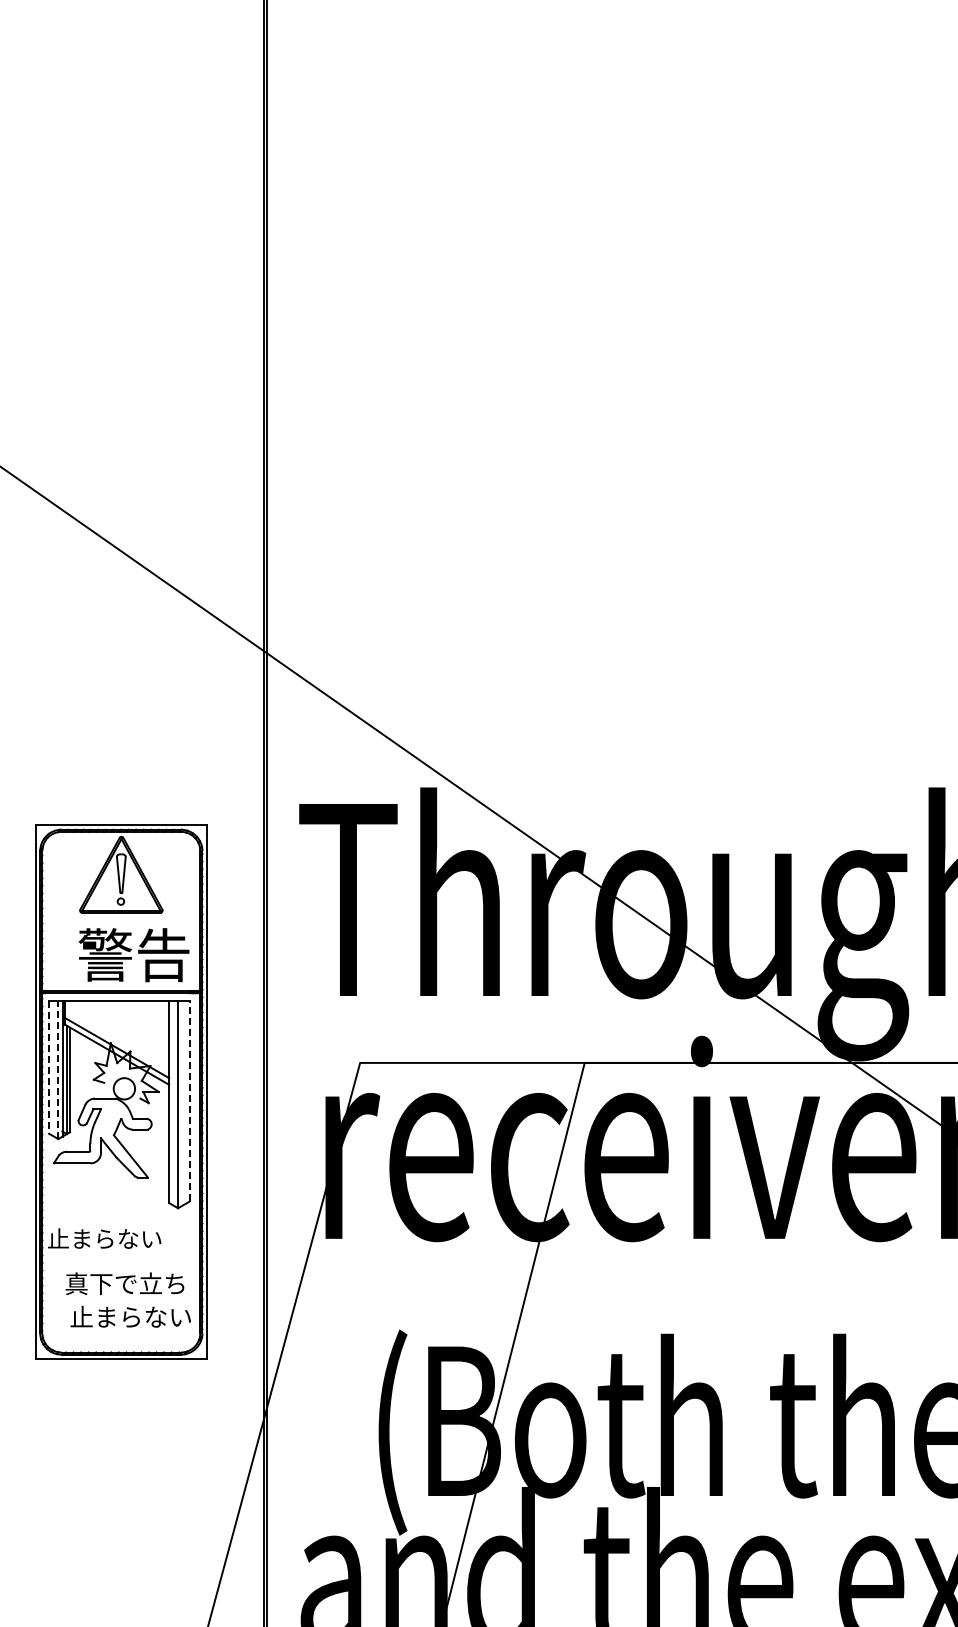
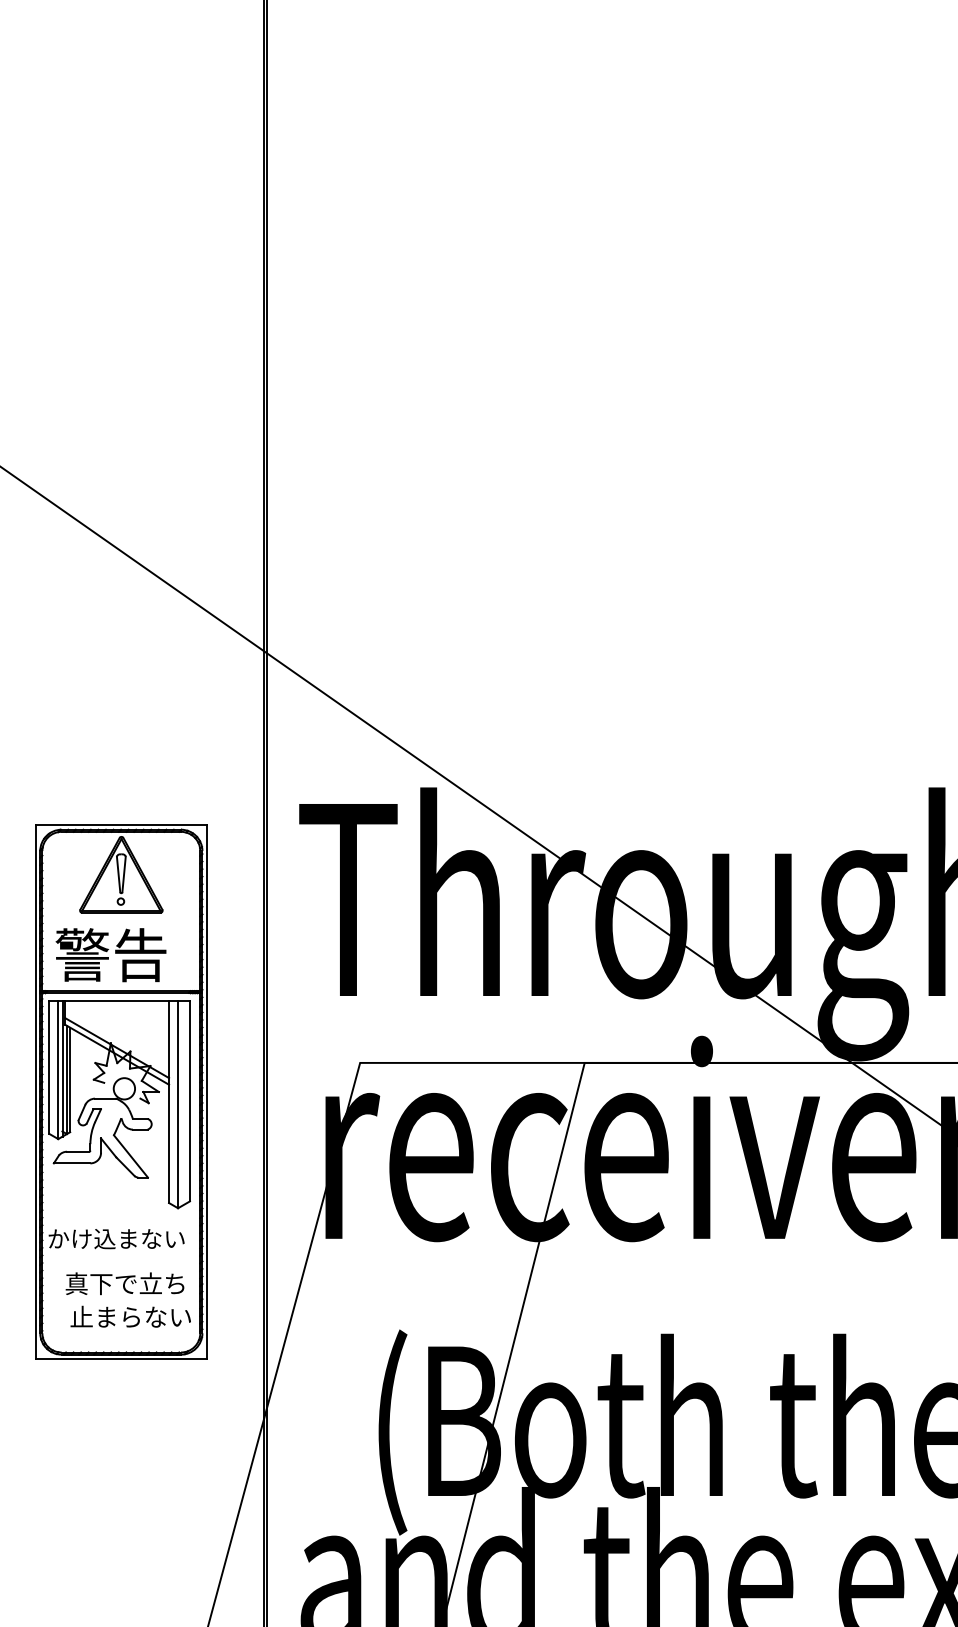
text at (133, 955) position: (133, 955) -> (110, 955)
line at (49, 1067): dashed -> solid
line at (58, 1069): dashed -> solid
line at (189, 1100): dashed -> solid
text at (116, 1238): 止まらない -> かけ込まない
